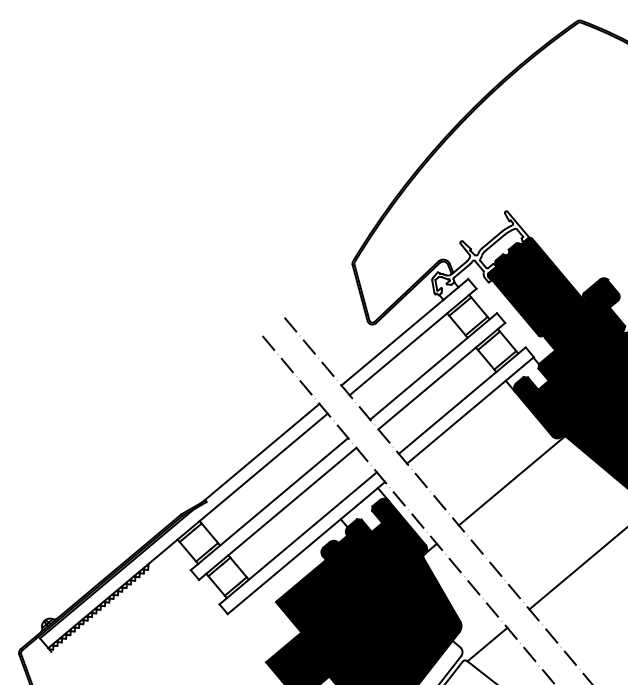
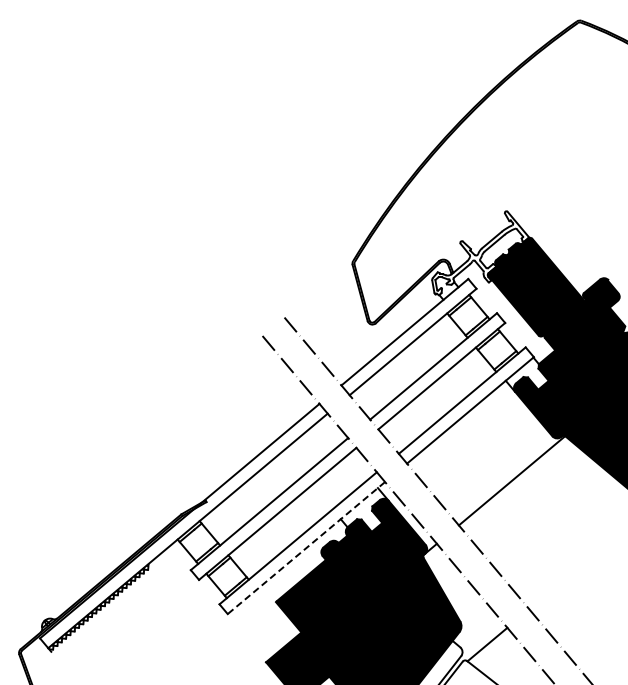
line at (306, 548): solid -> dashed
line at (576, 569): present -> none
